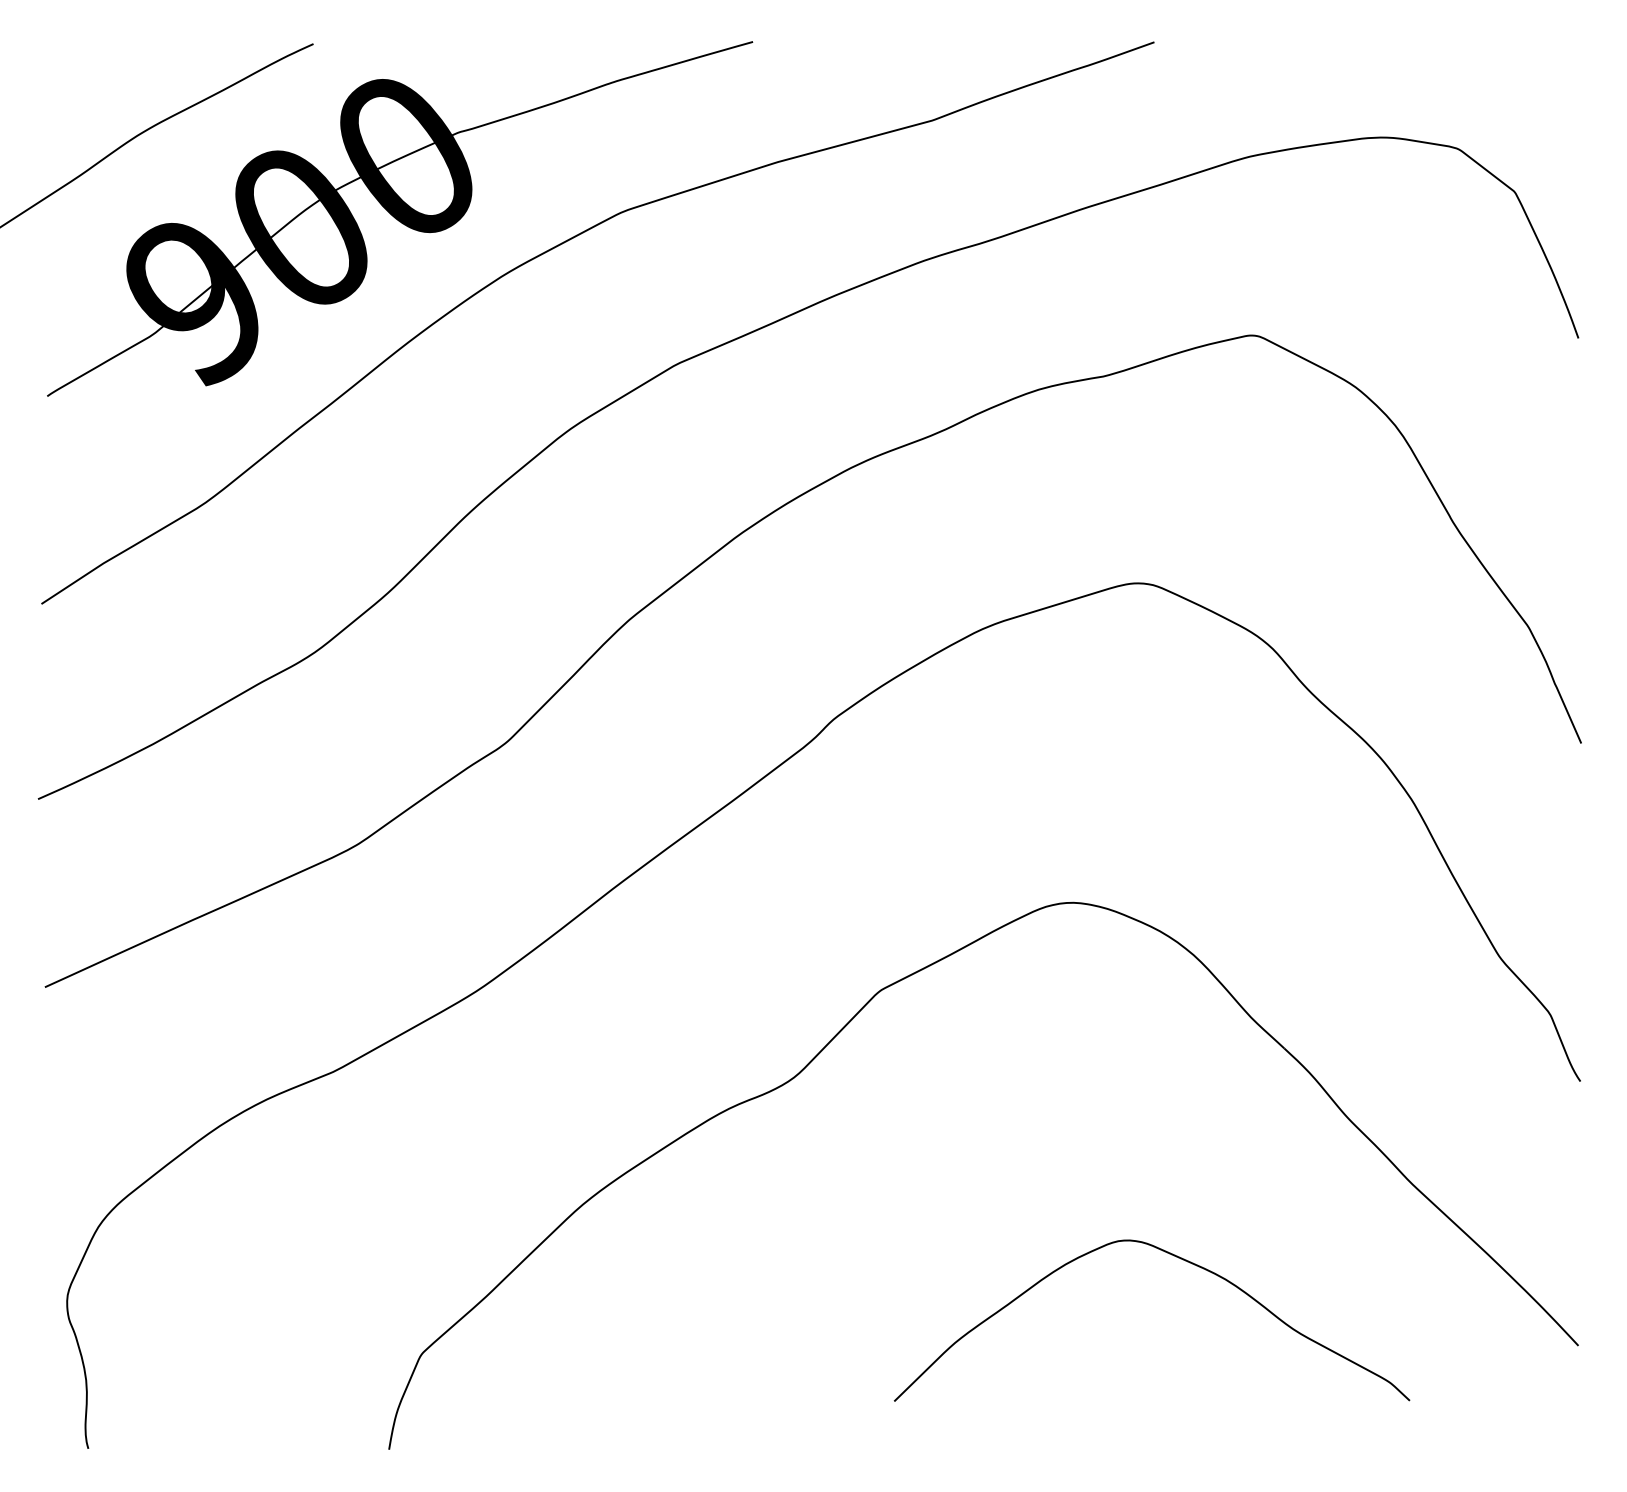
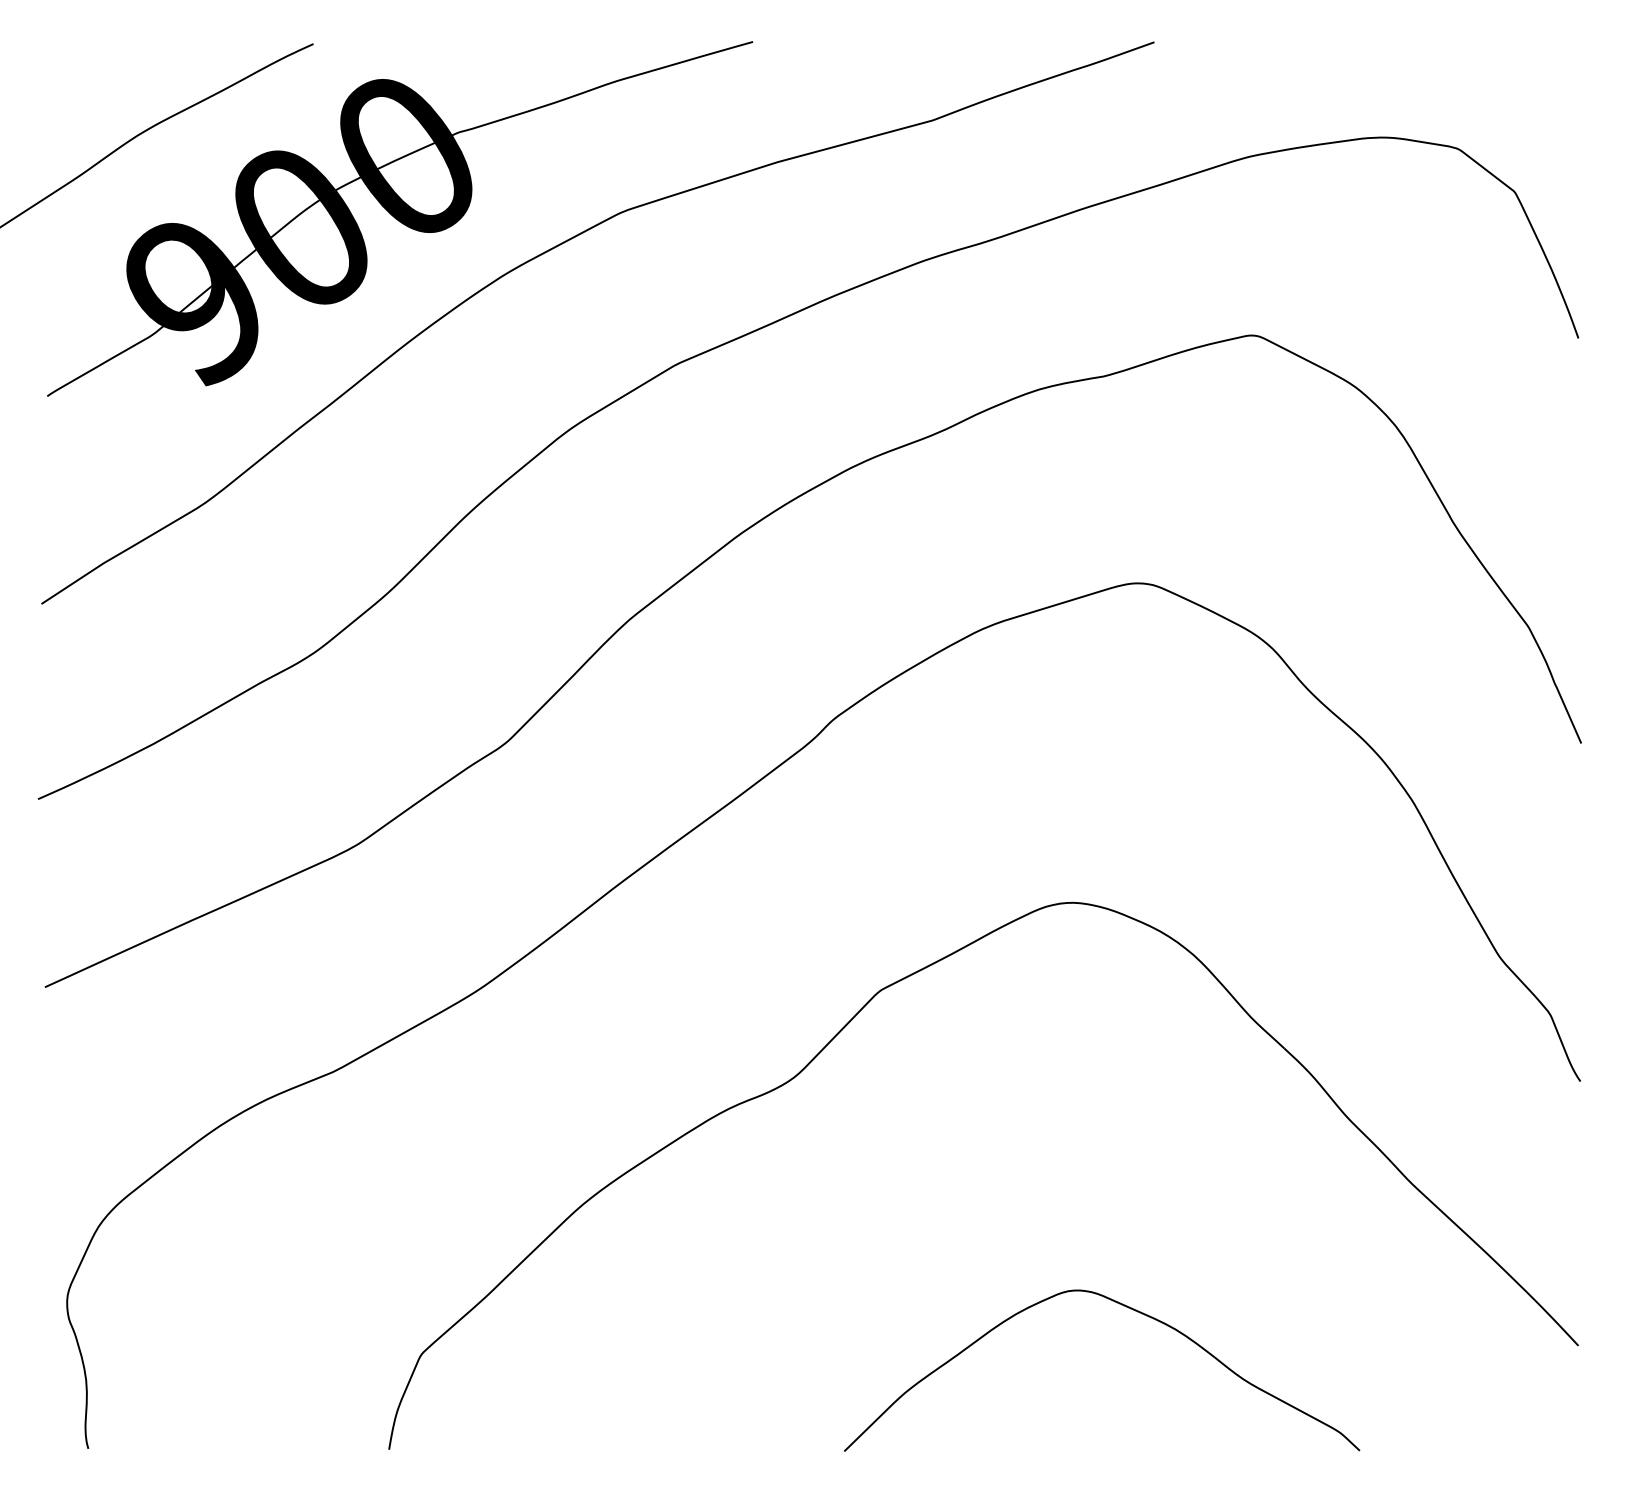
curve at (1180, 1259) position: (1180, 1259) -> (1130, 1309)
